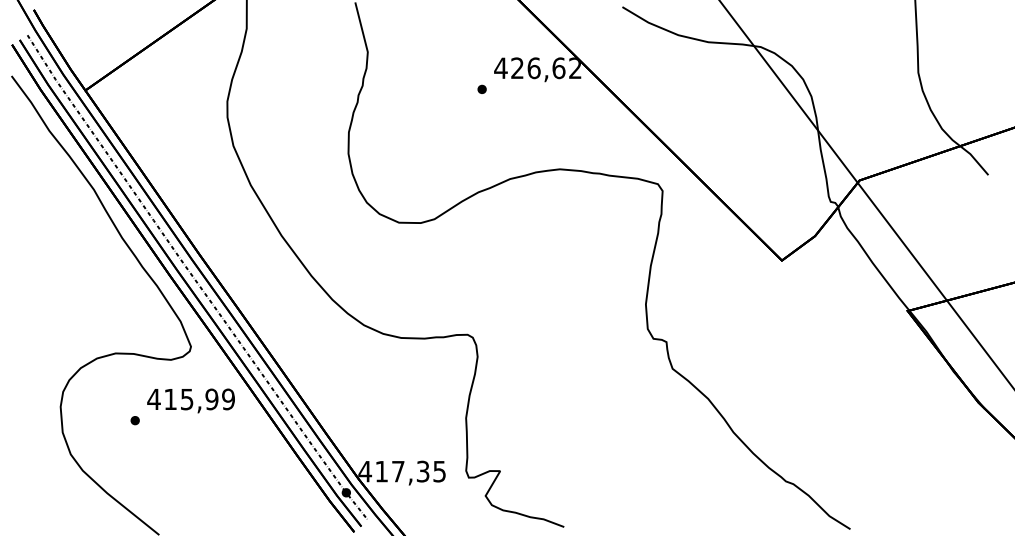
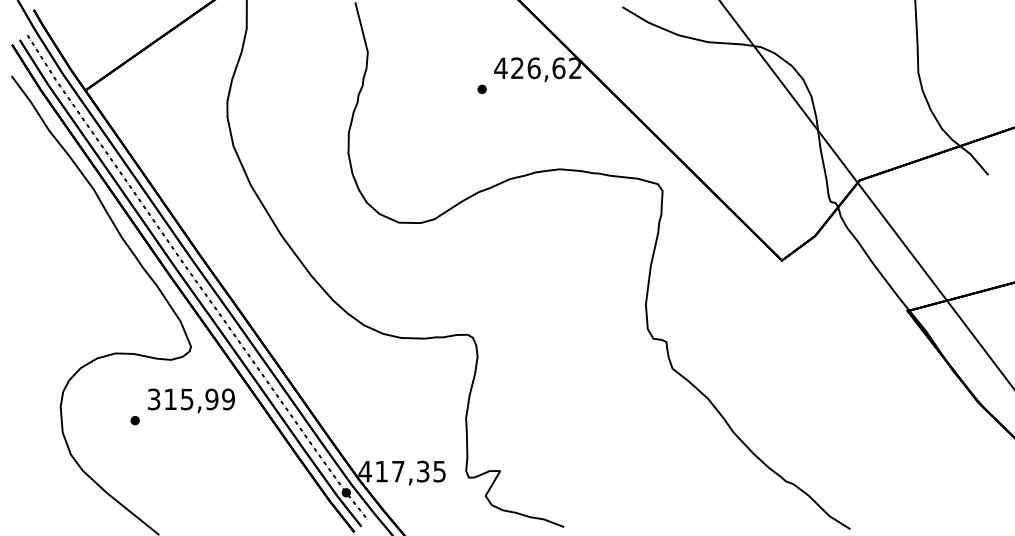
text at (153, 399): 415,99 -> 315,99
